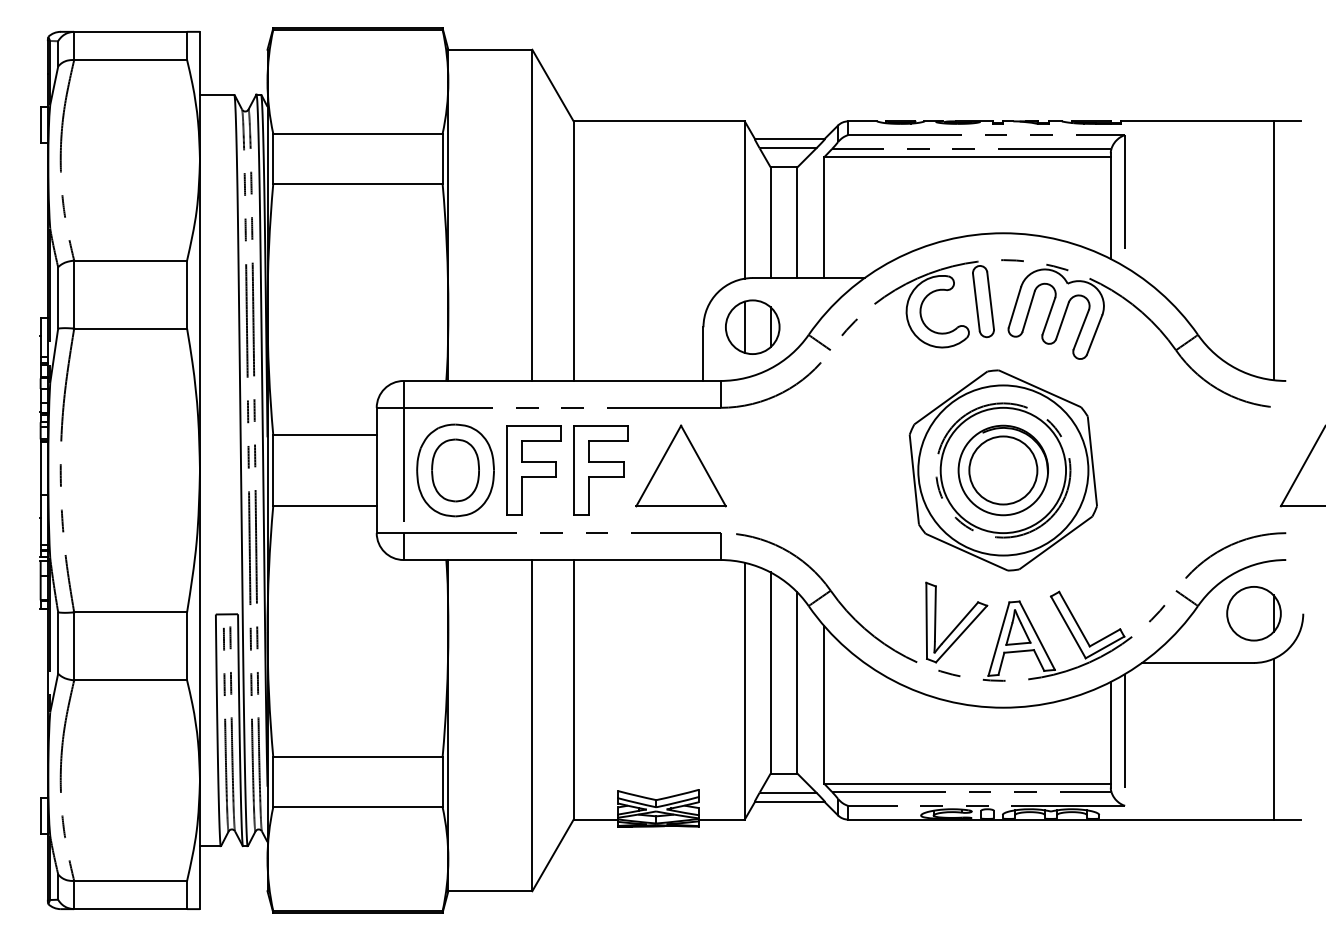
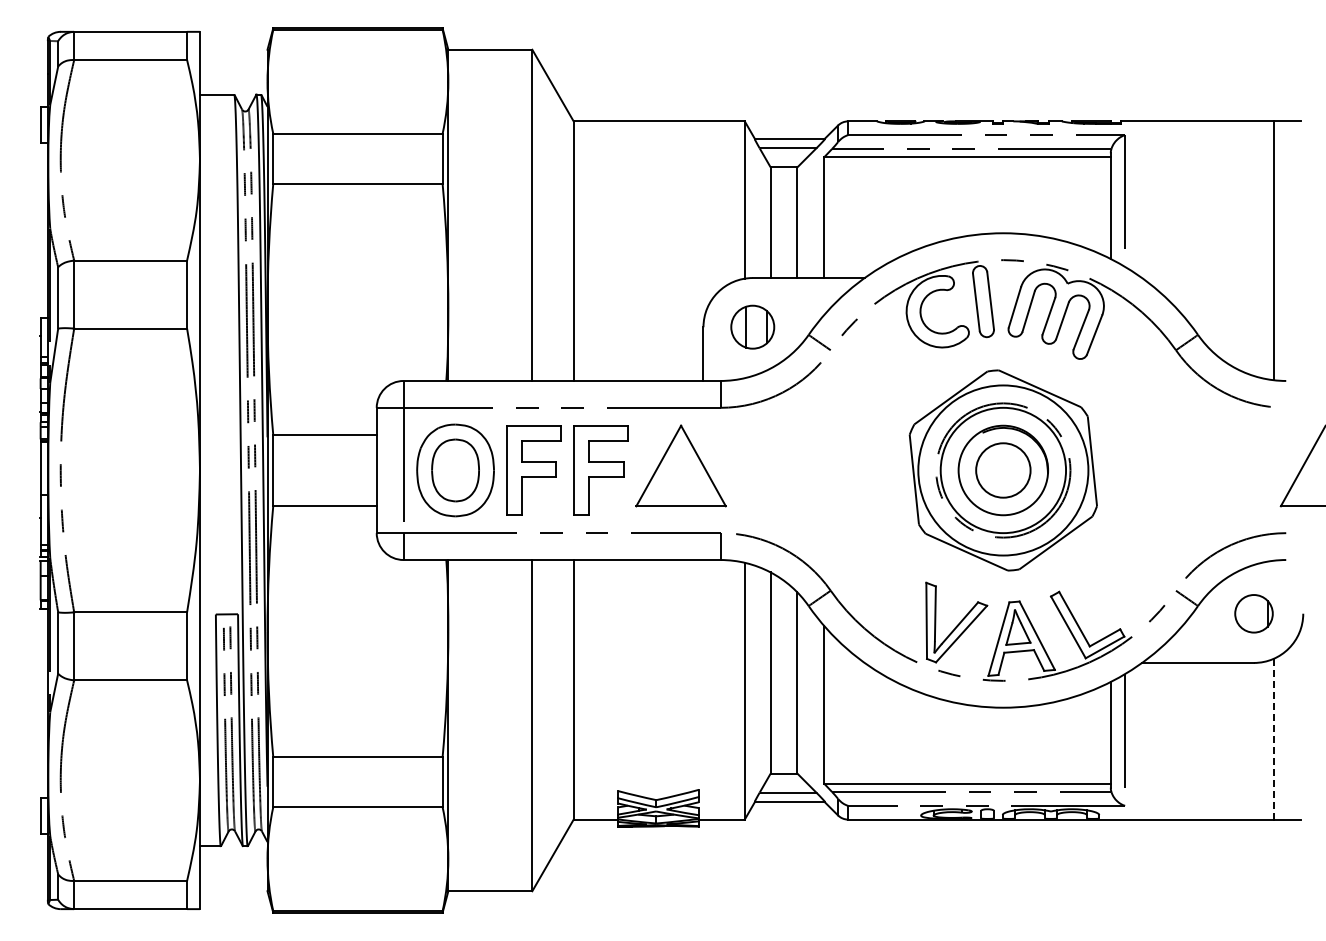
part at (752, 326) size: 56x56 px -> 46x46 px
circle at (1003, 470) diameter: 68 px -> 54 px
part at (1253, 613) size: 56x56 px -> 40x40 px
line at (1273, 738): solid -> dashed
